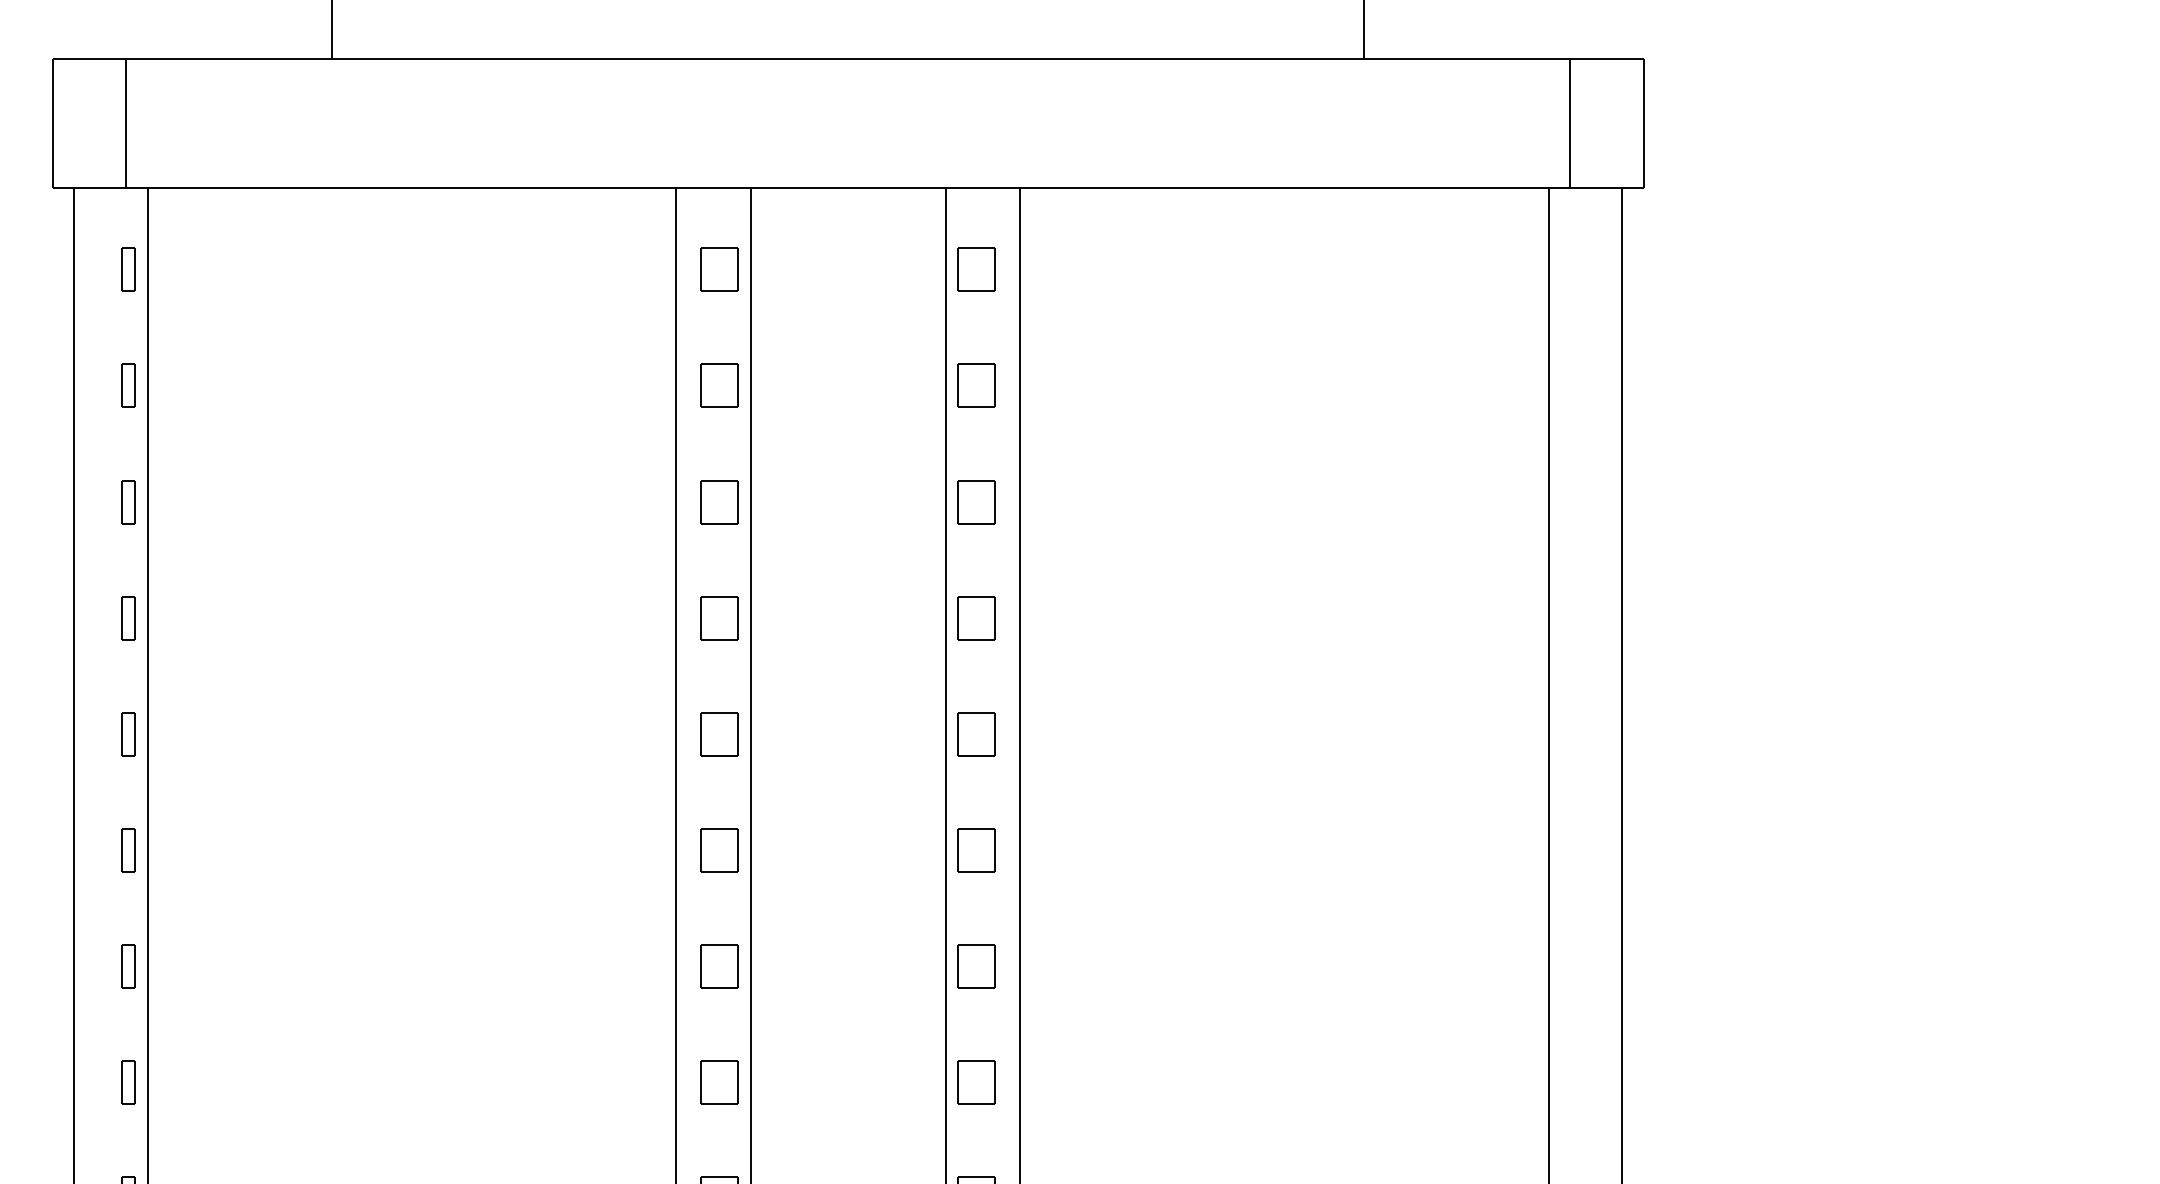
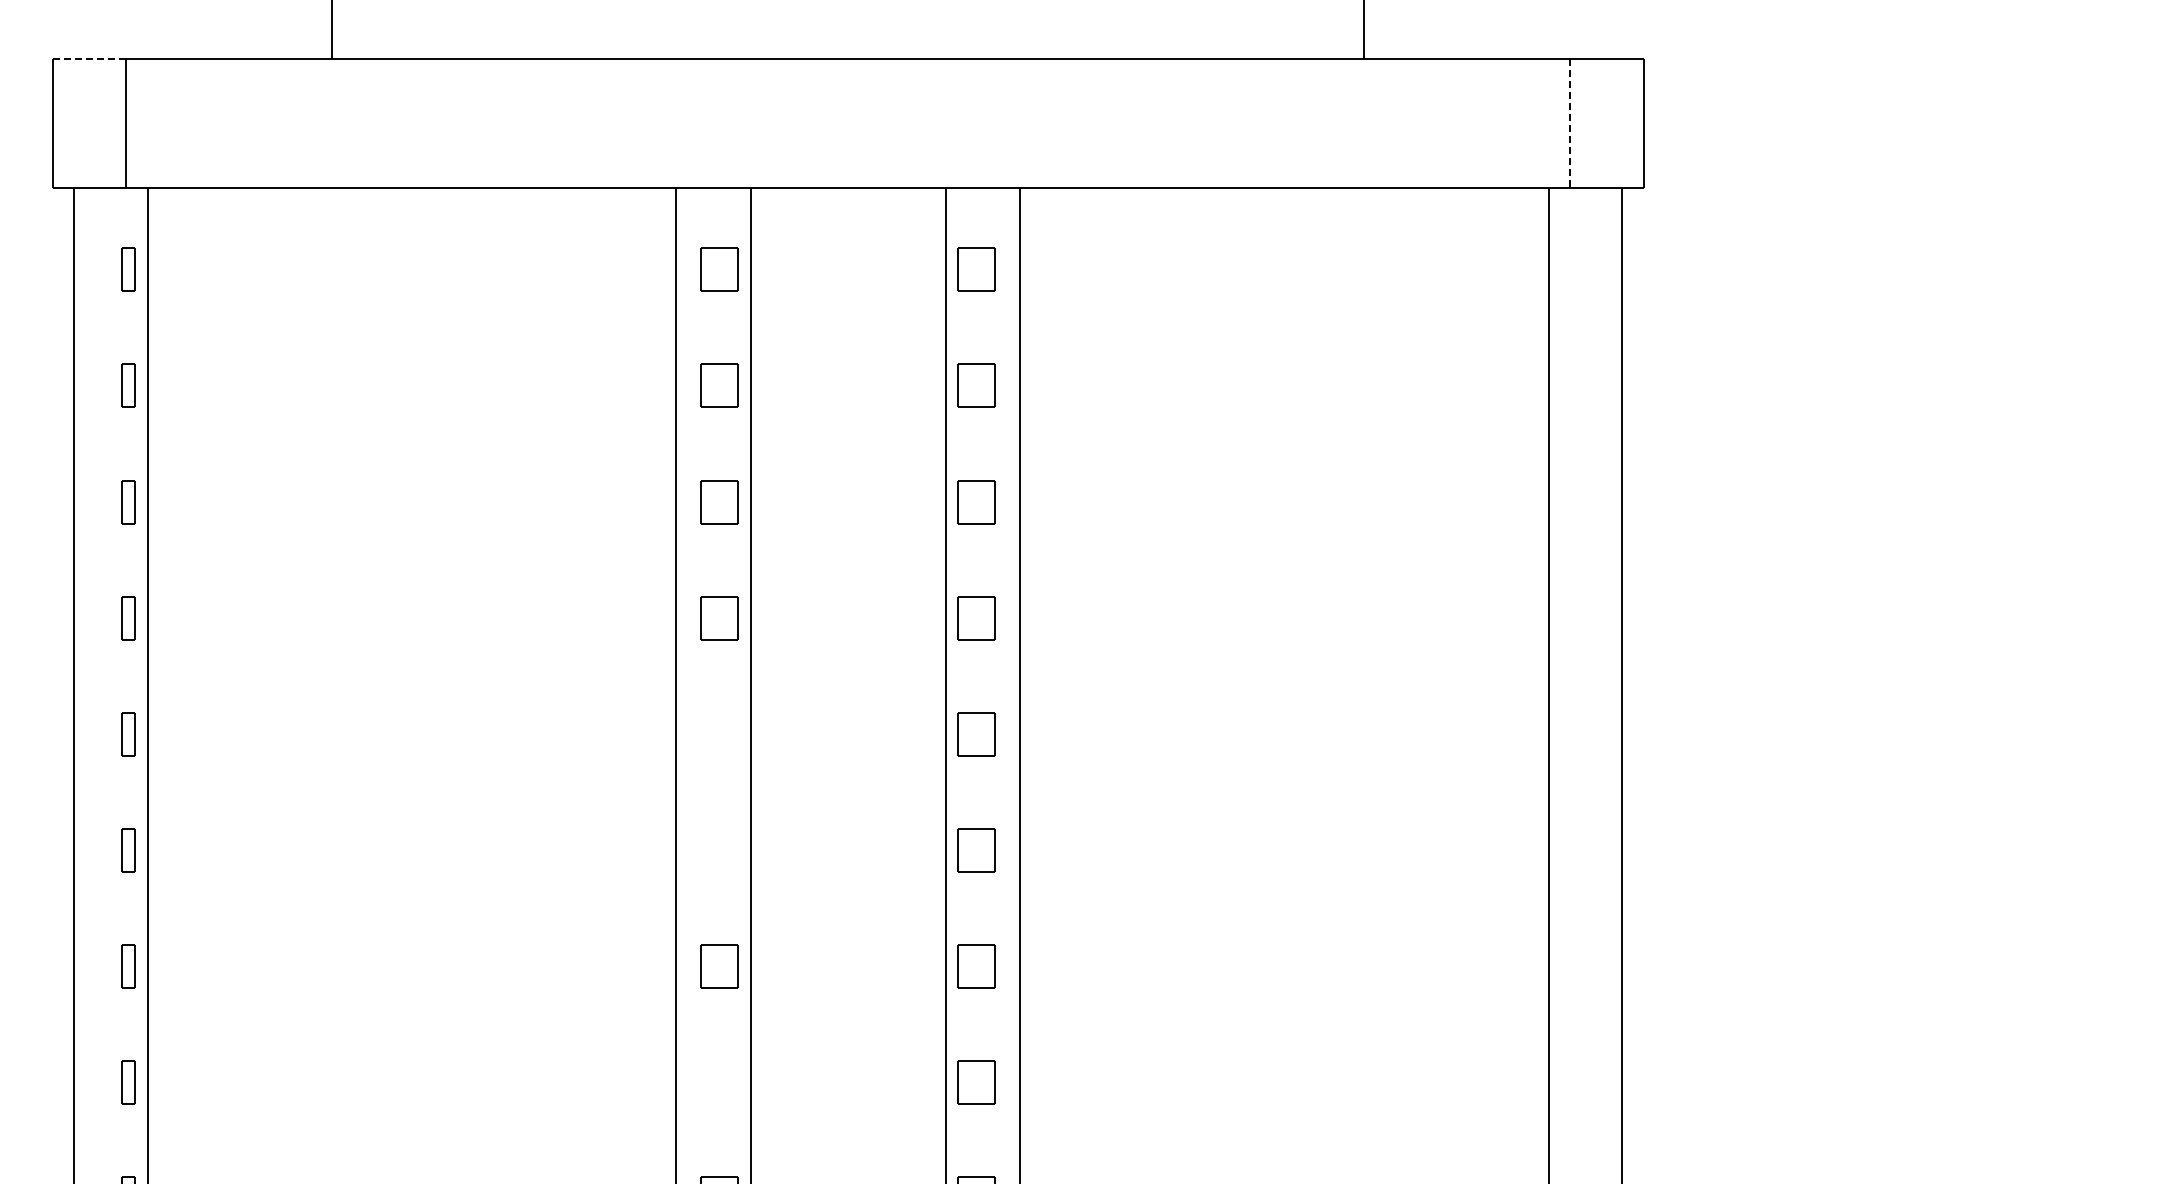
line at (89, 59): solid -> dashed
line at (1569, 124): solid -> dashed
part at (719, 734): present -> none
part at (719, 850): present -> none
part at (719, 1082): present -> none
